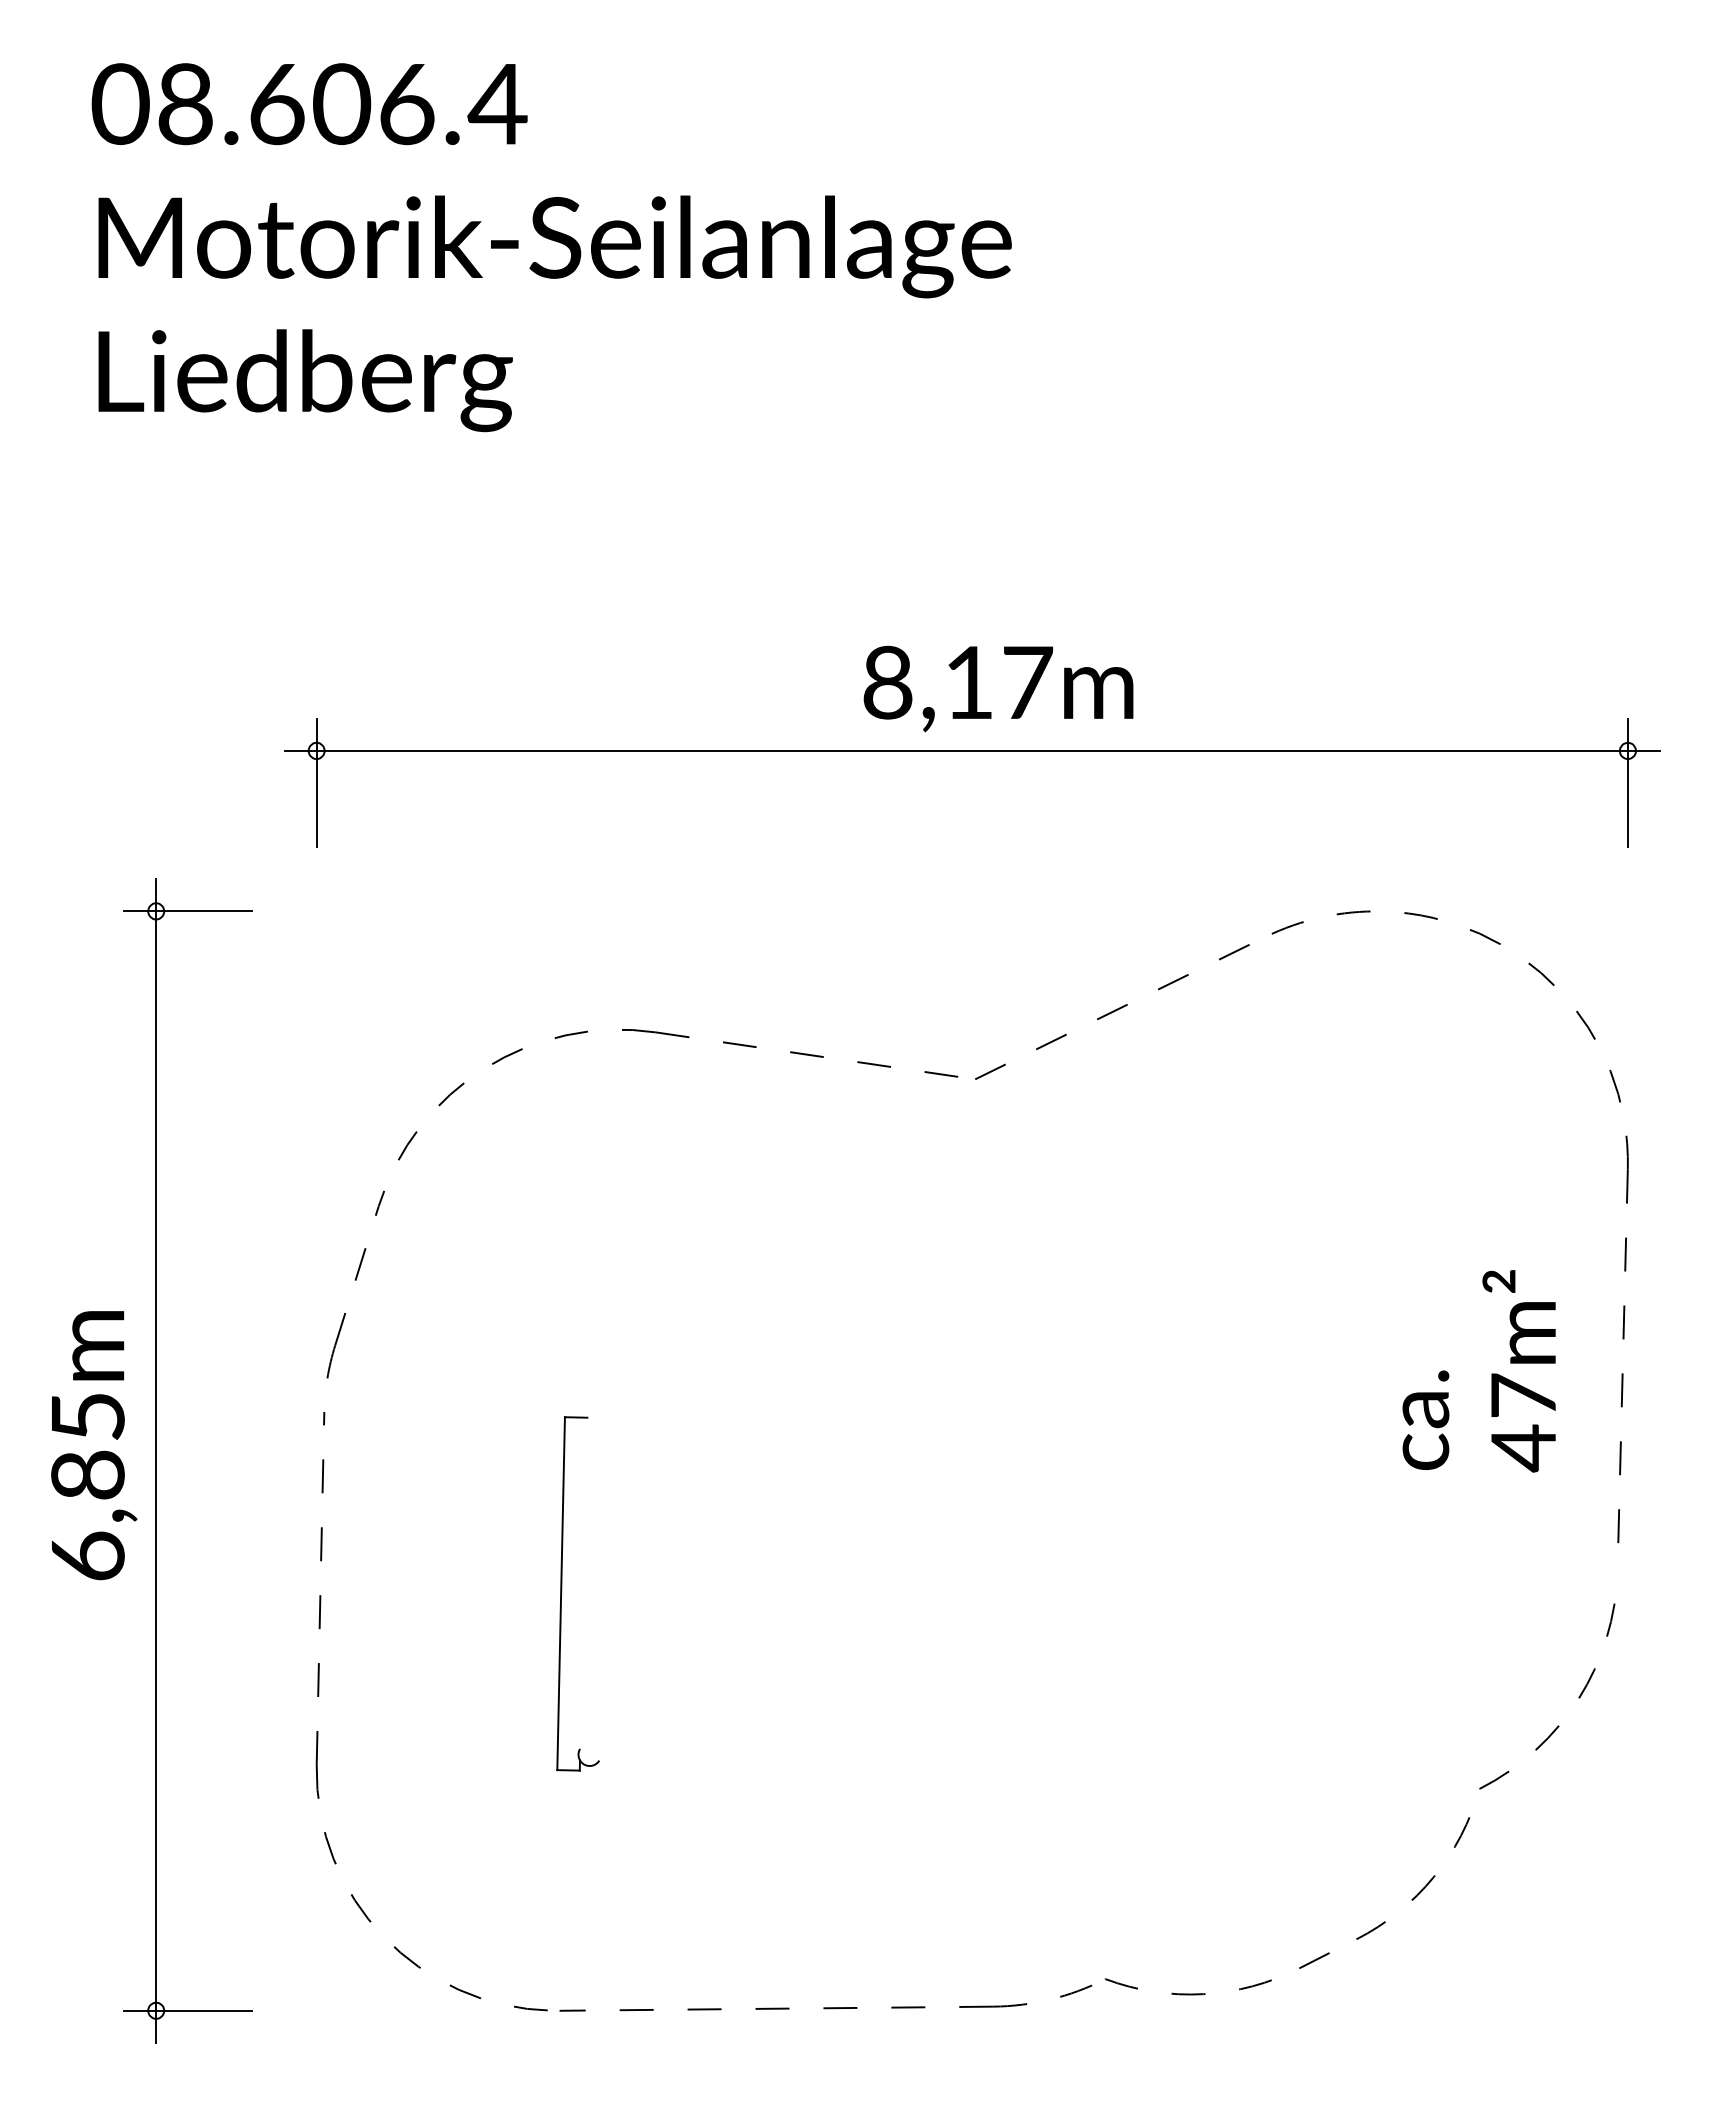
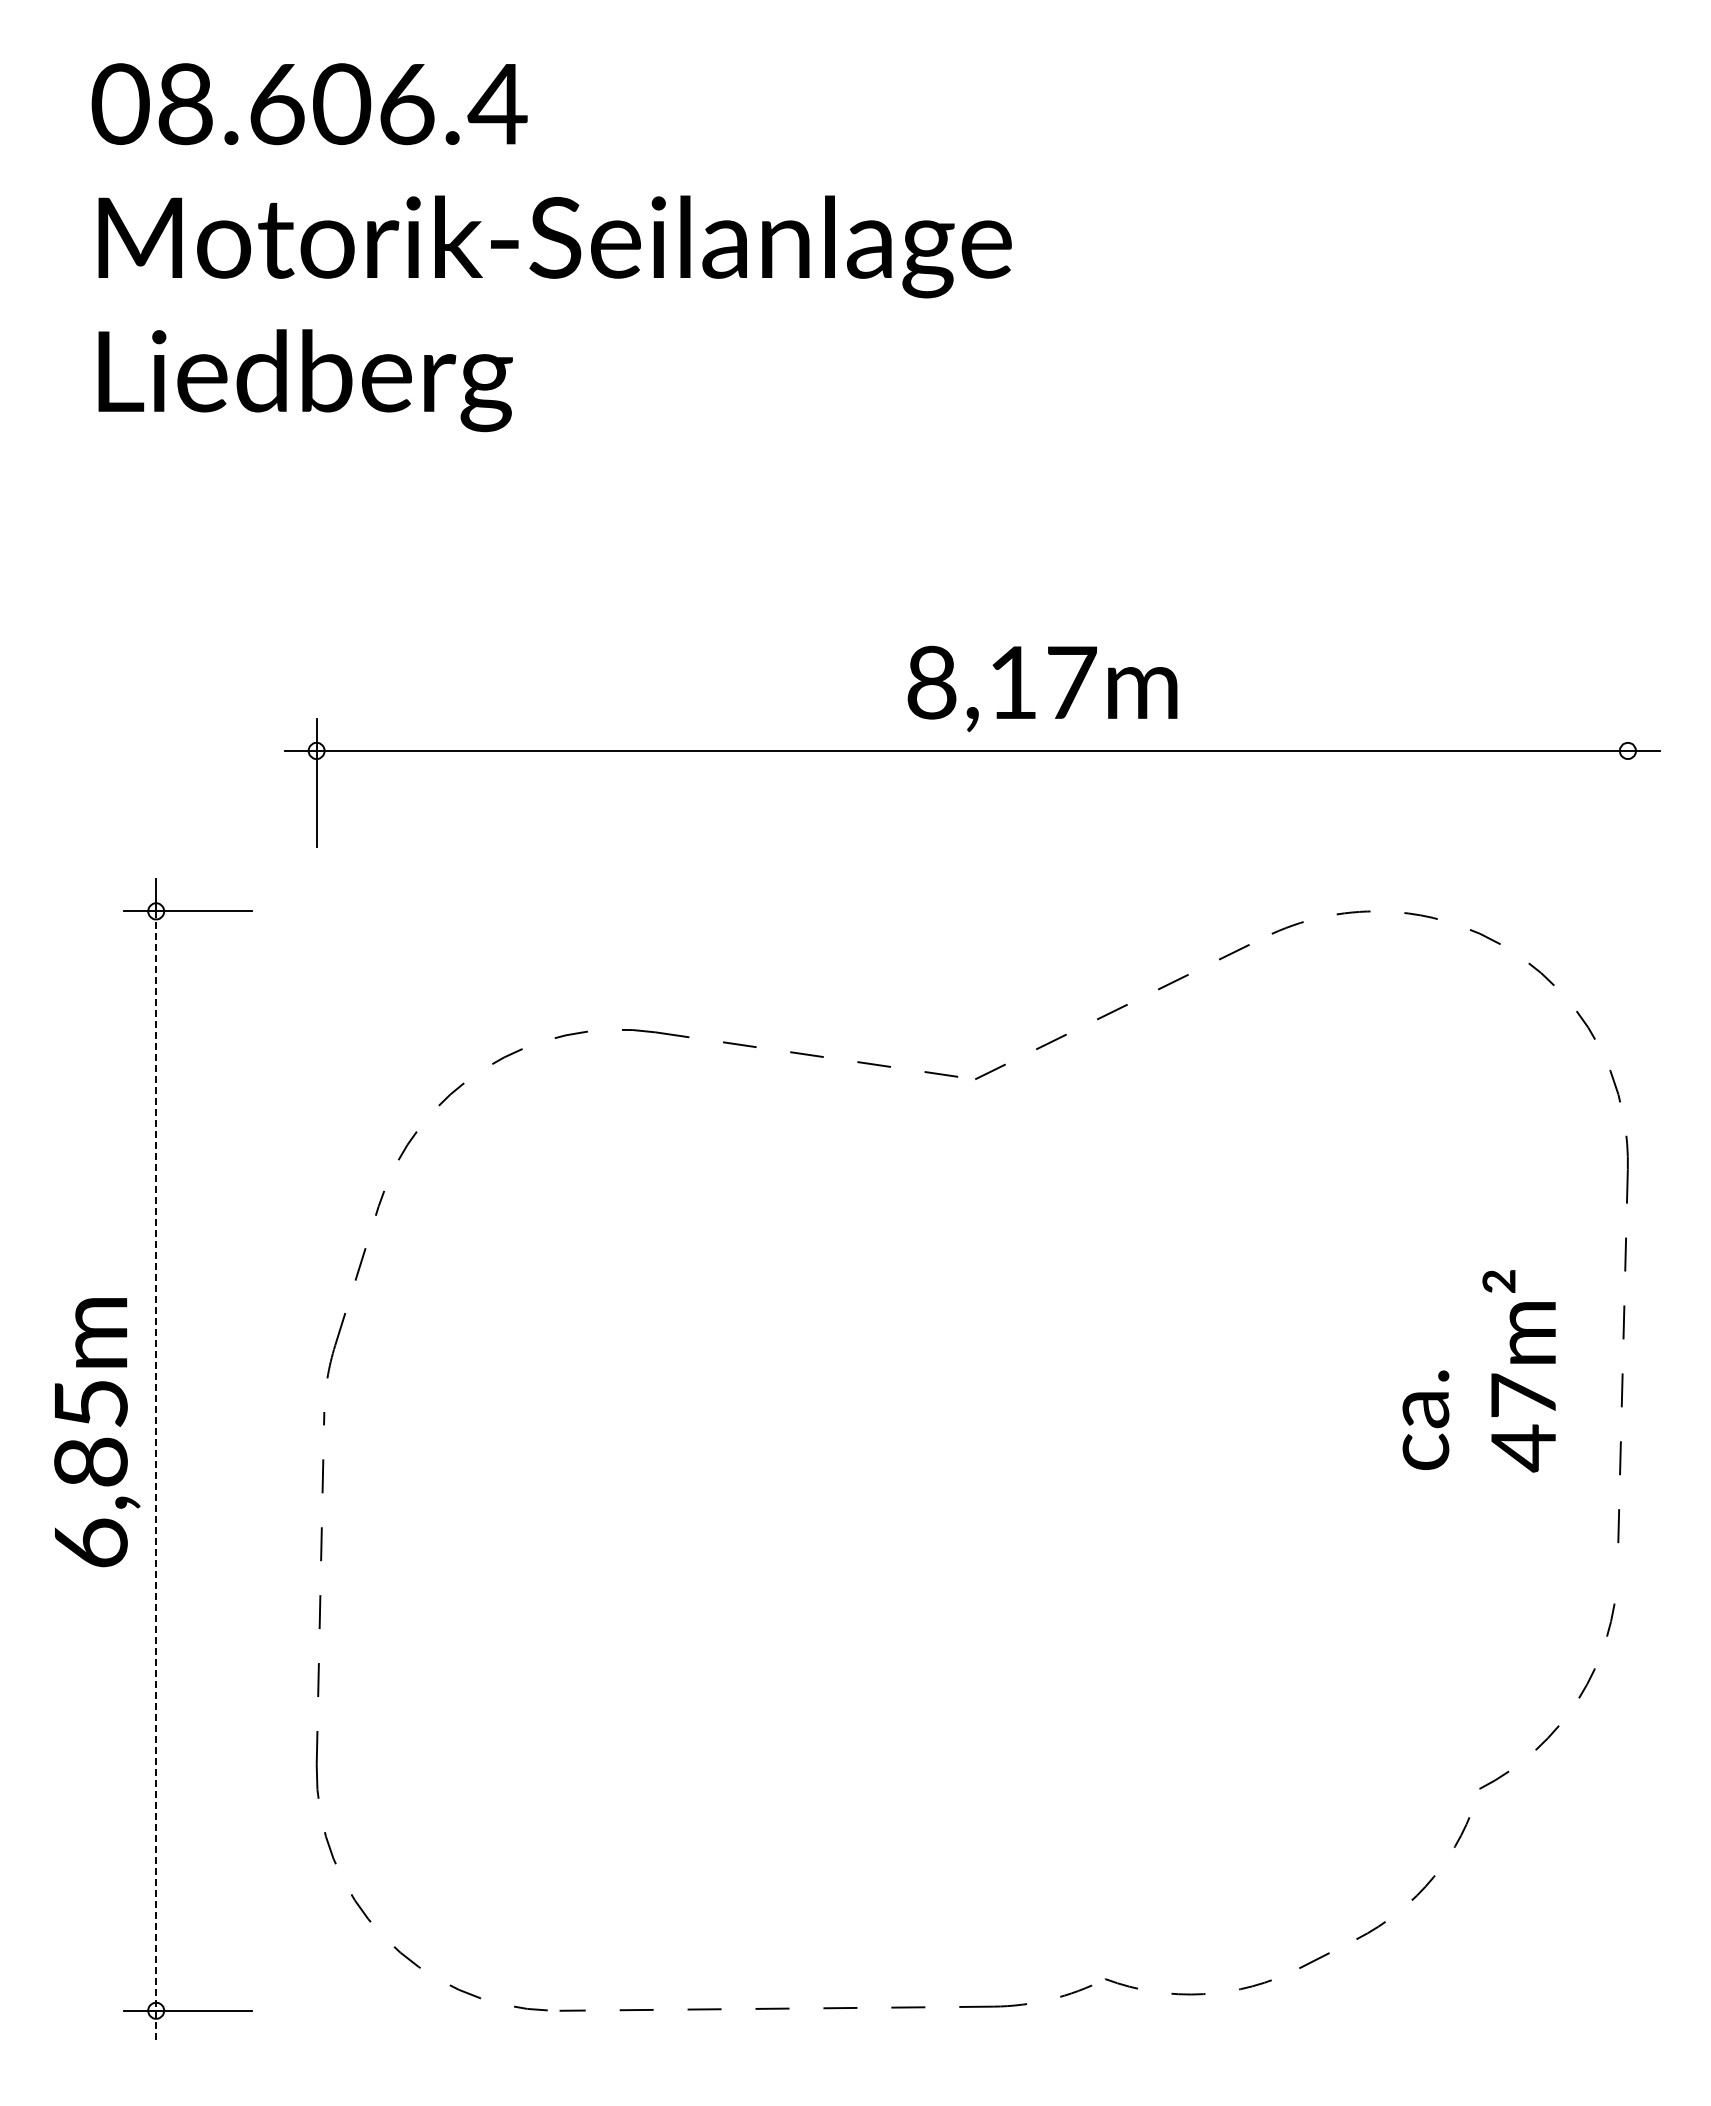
text at (998, 688) position: (998, 688) -> (1042, 688)
line at (1627, 782): present -> none
text at (94, 1445) position: (94, 1445) -> (97, 1432)
line at (156, 1477): solid -> dashed
part at (562, 1592): present -> none
